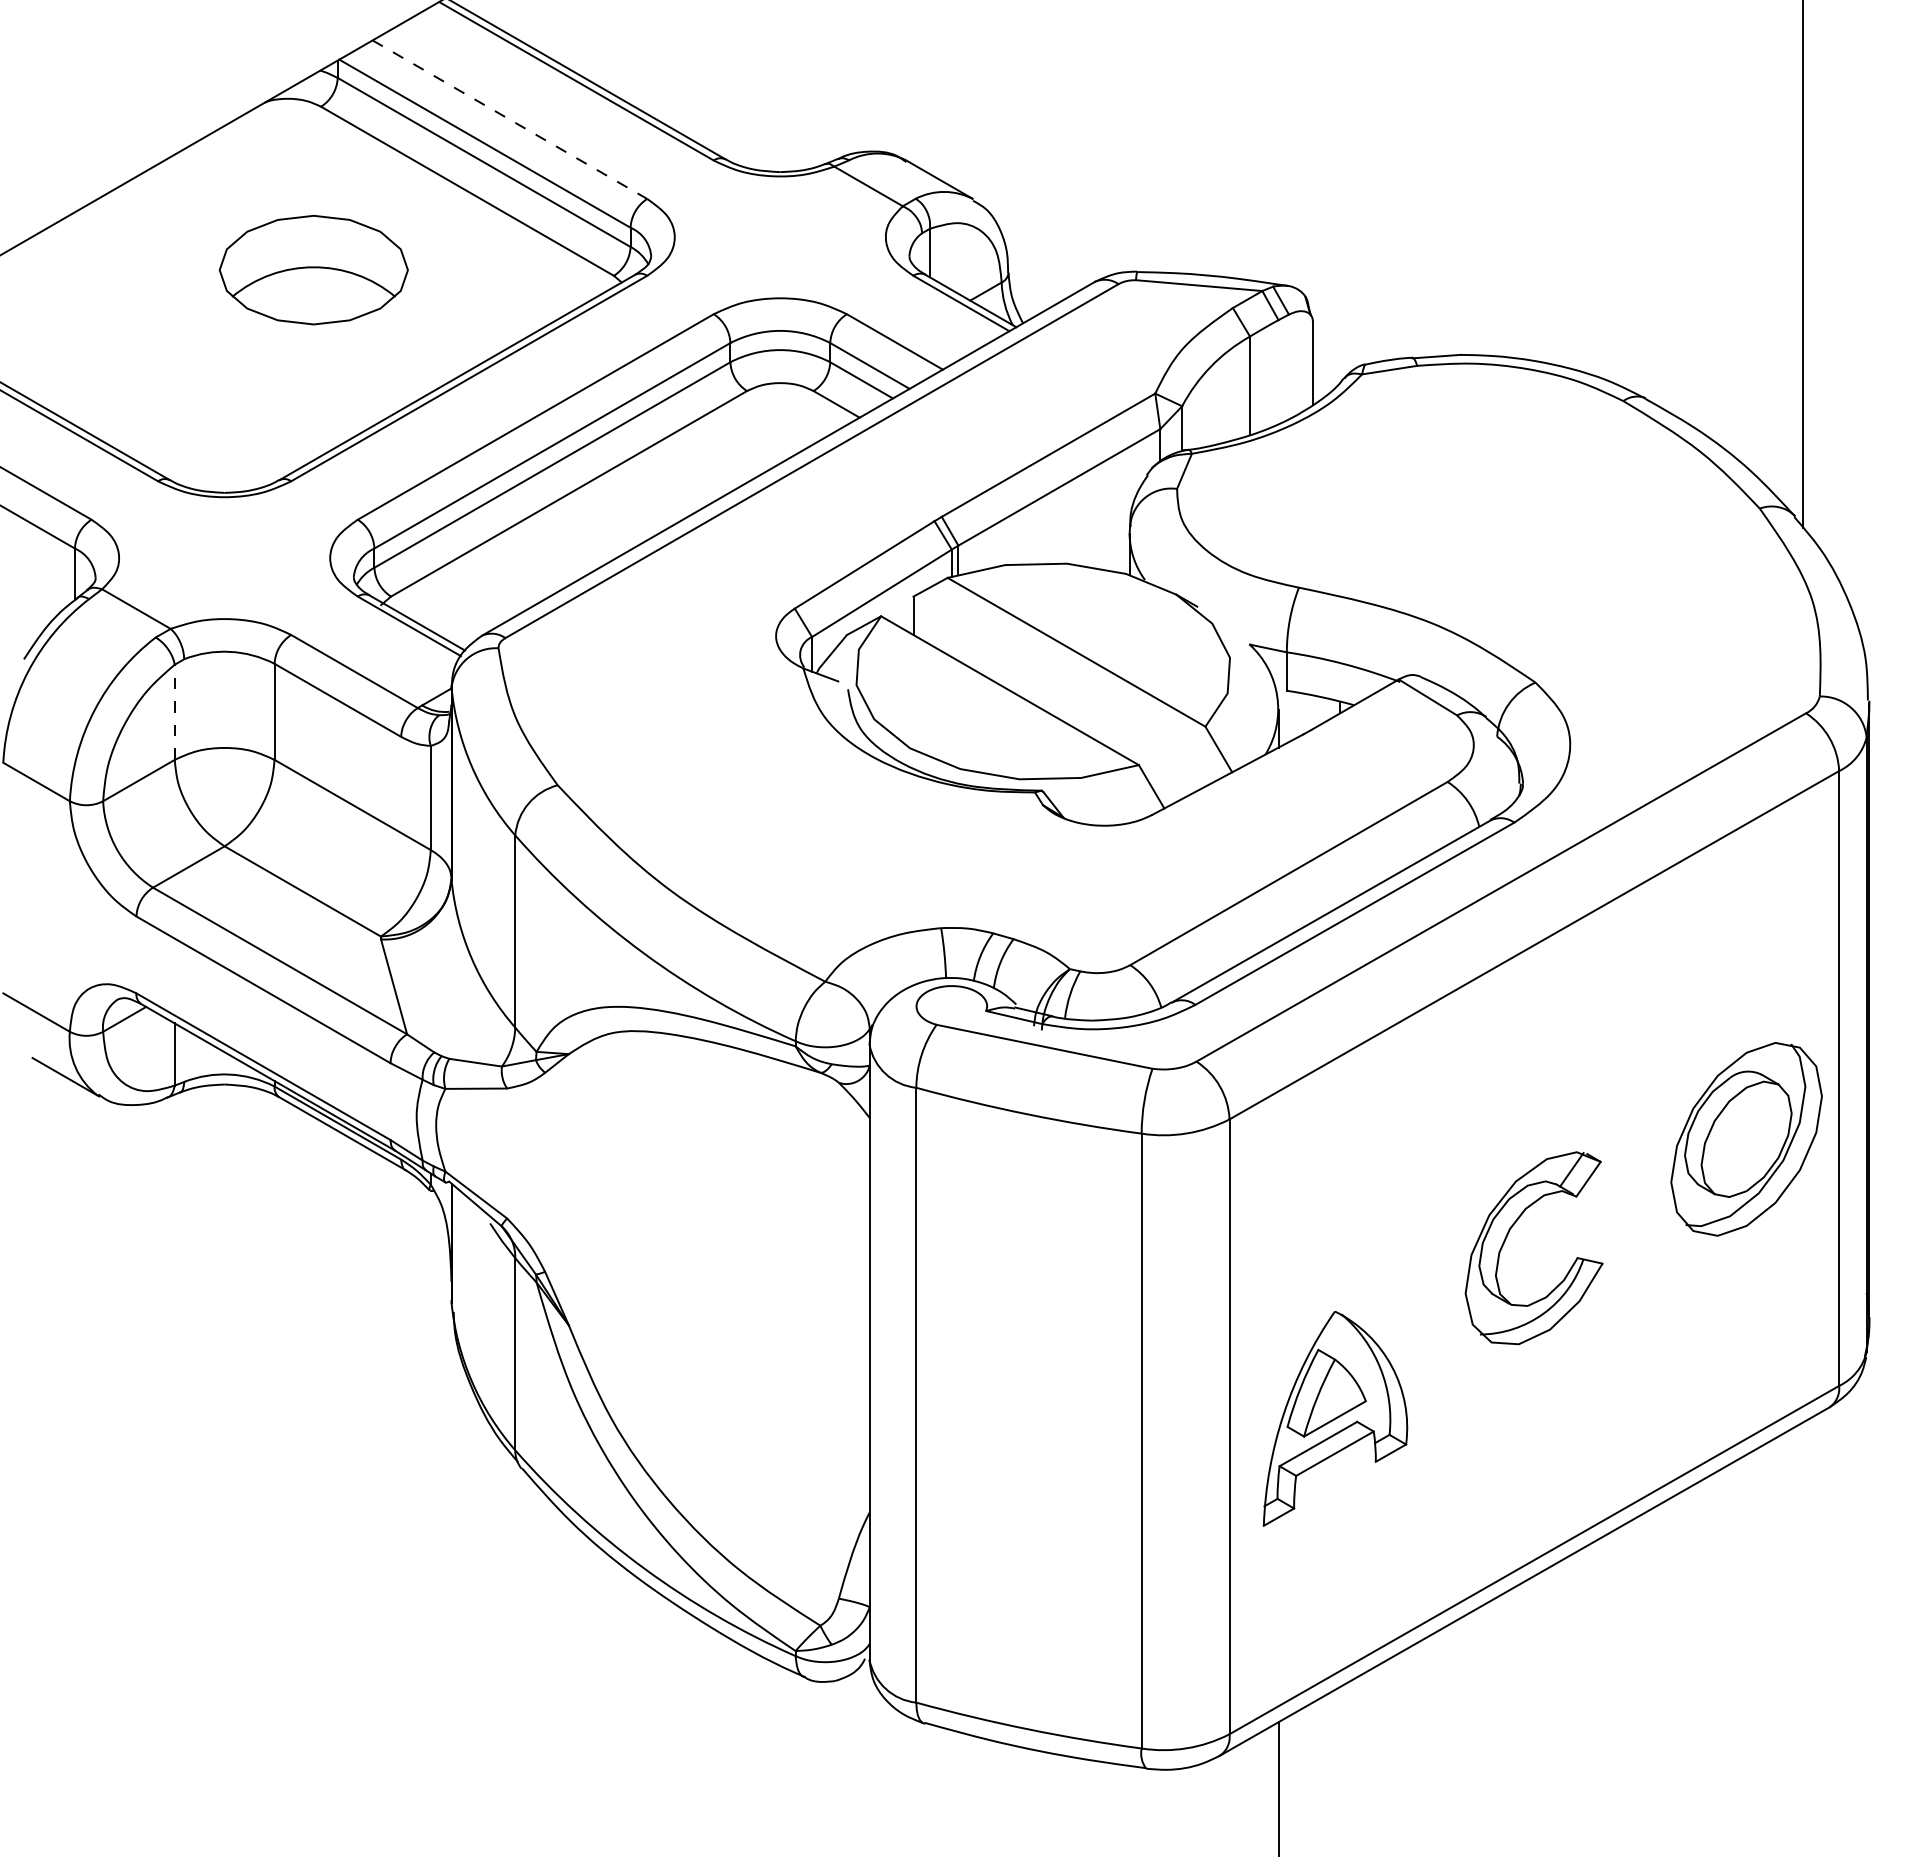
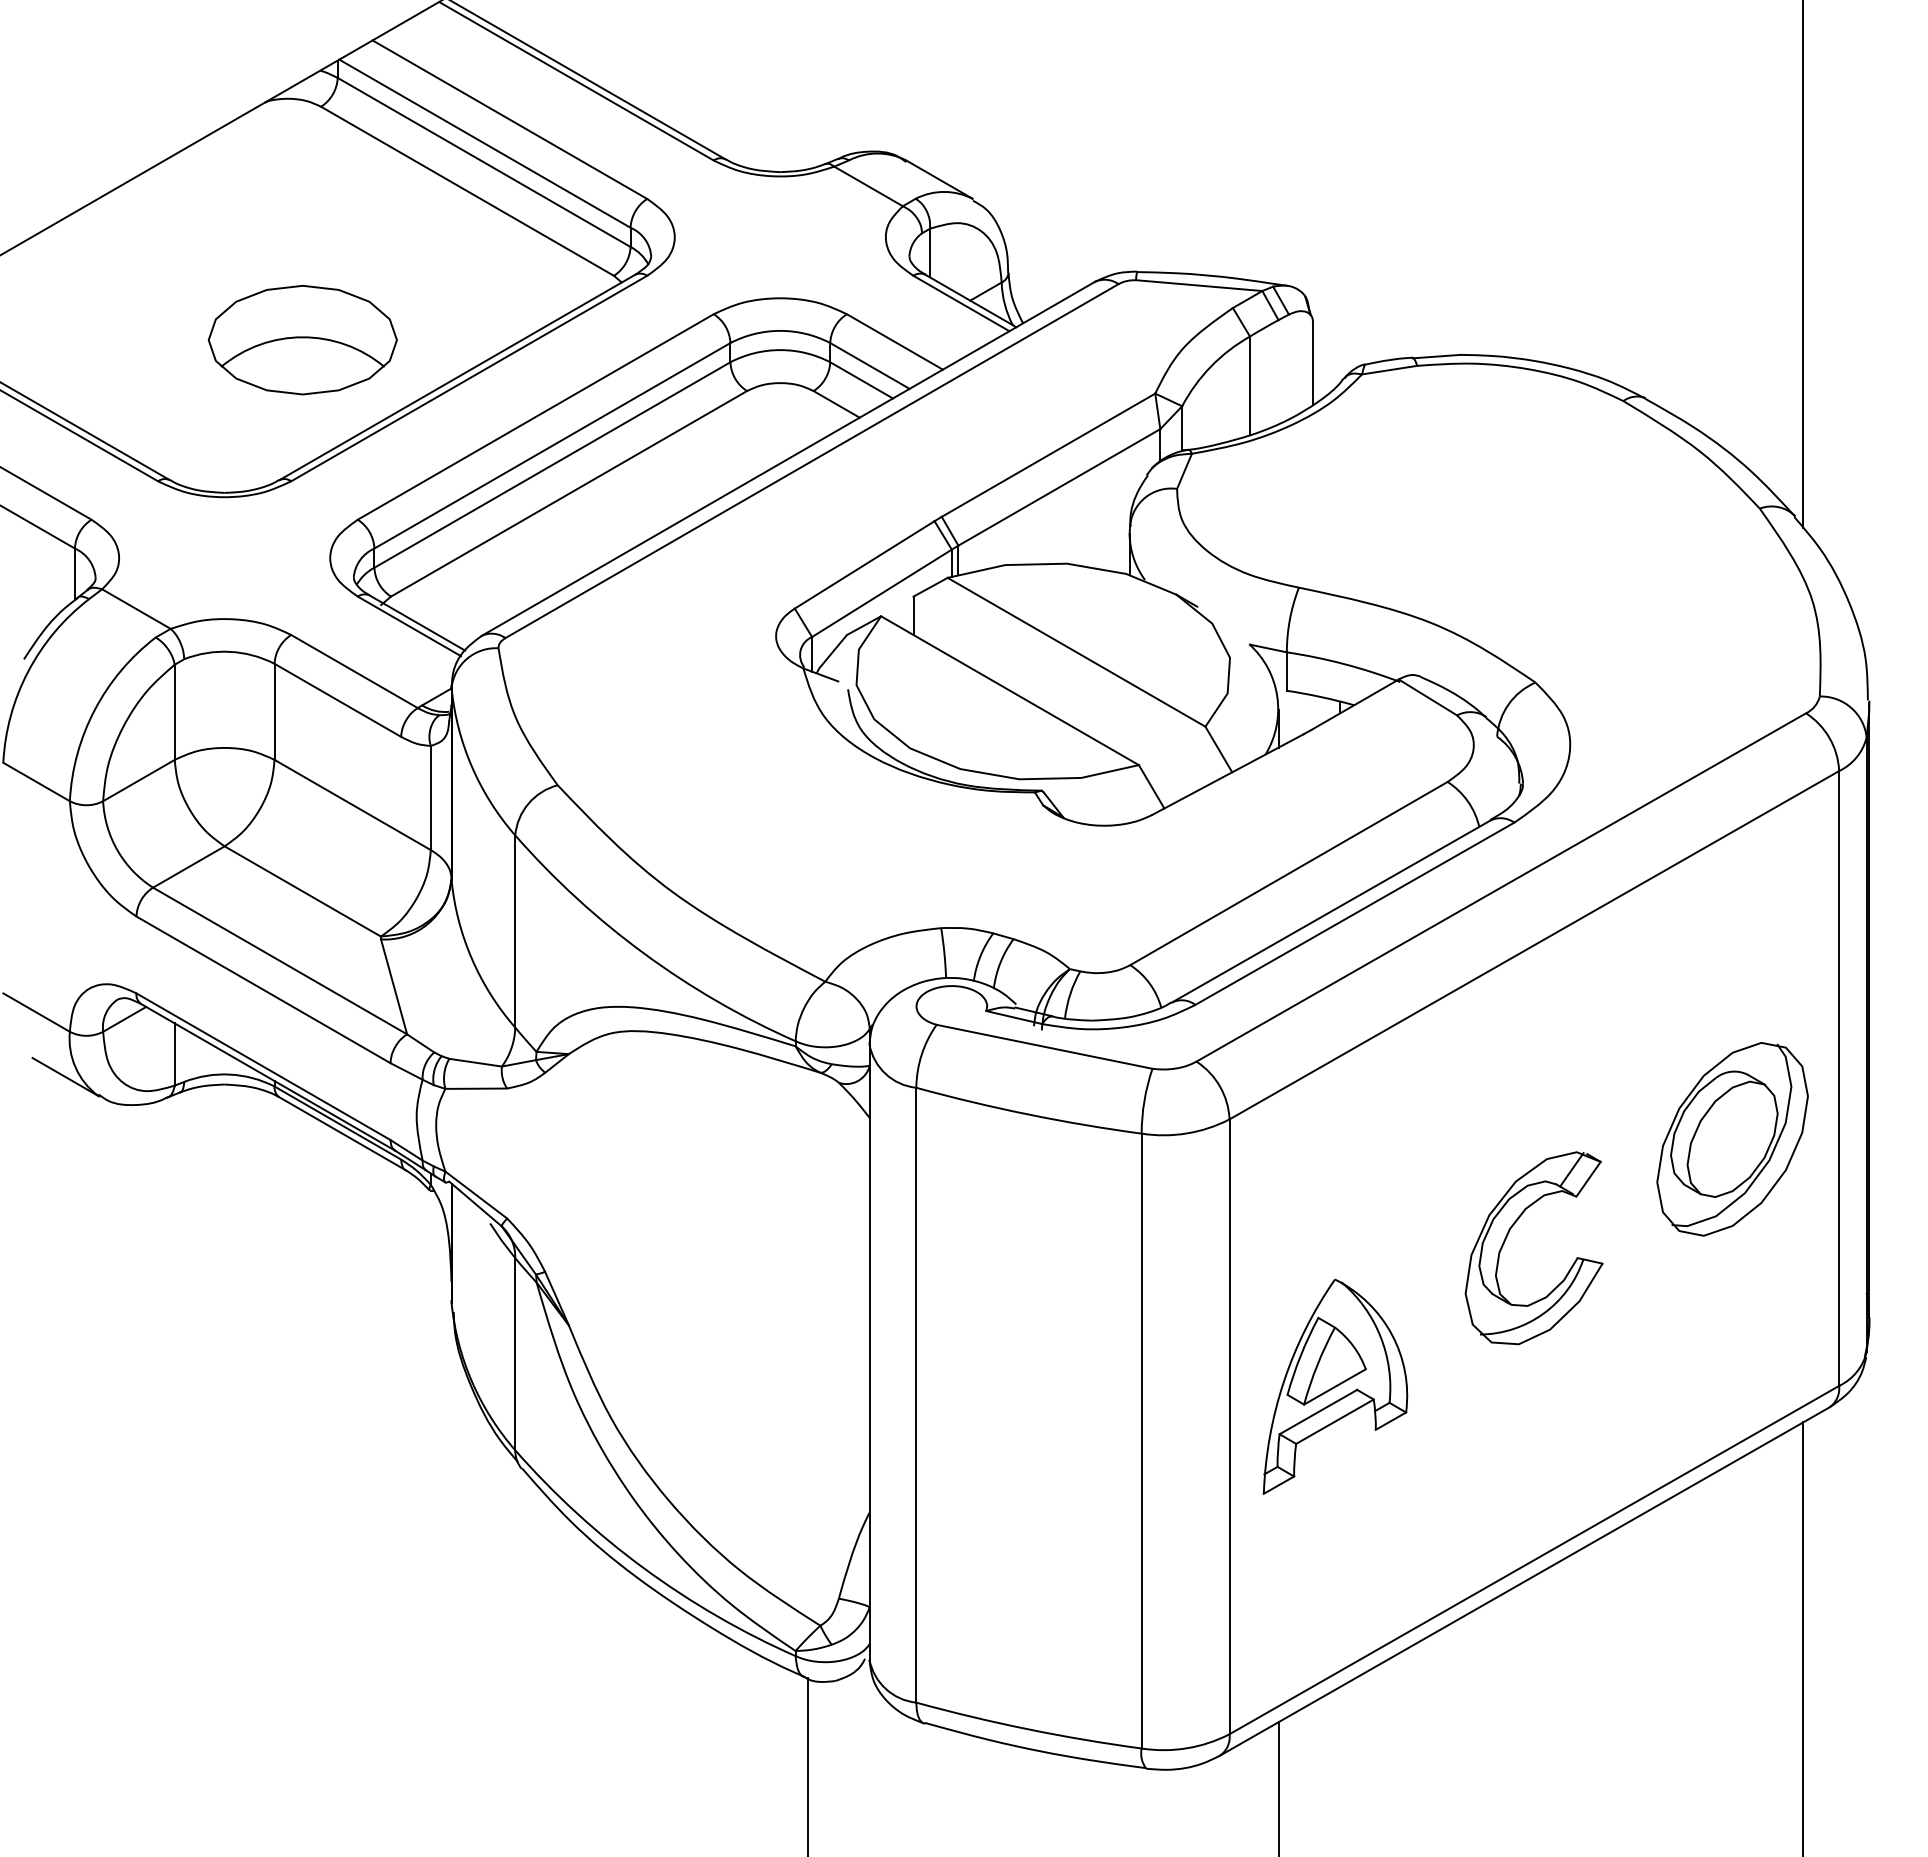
line at (509, 119): dashed -> solid
part at (313, 269) position: (313, 269) -> (302, 339)
line at (174, 712): dashed -> solid
part at (1746, 1139) position: (1746, 1139) -> (1732, 1139)
part at (1335, 1418) position: (1335, 1418) -> (1335, 1386)
line at (1803, 1637): none -> present
line at (807, 1765): none -> present
